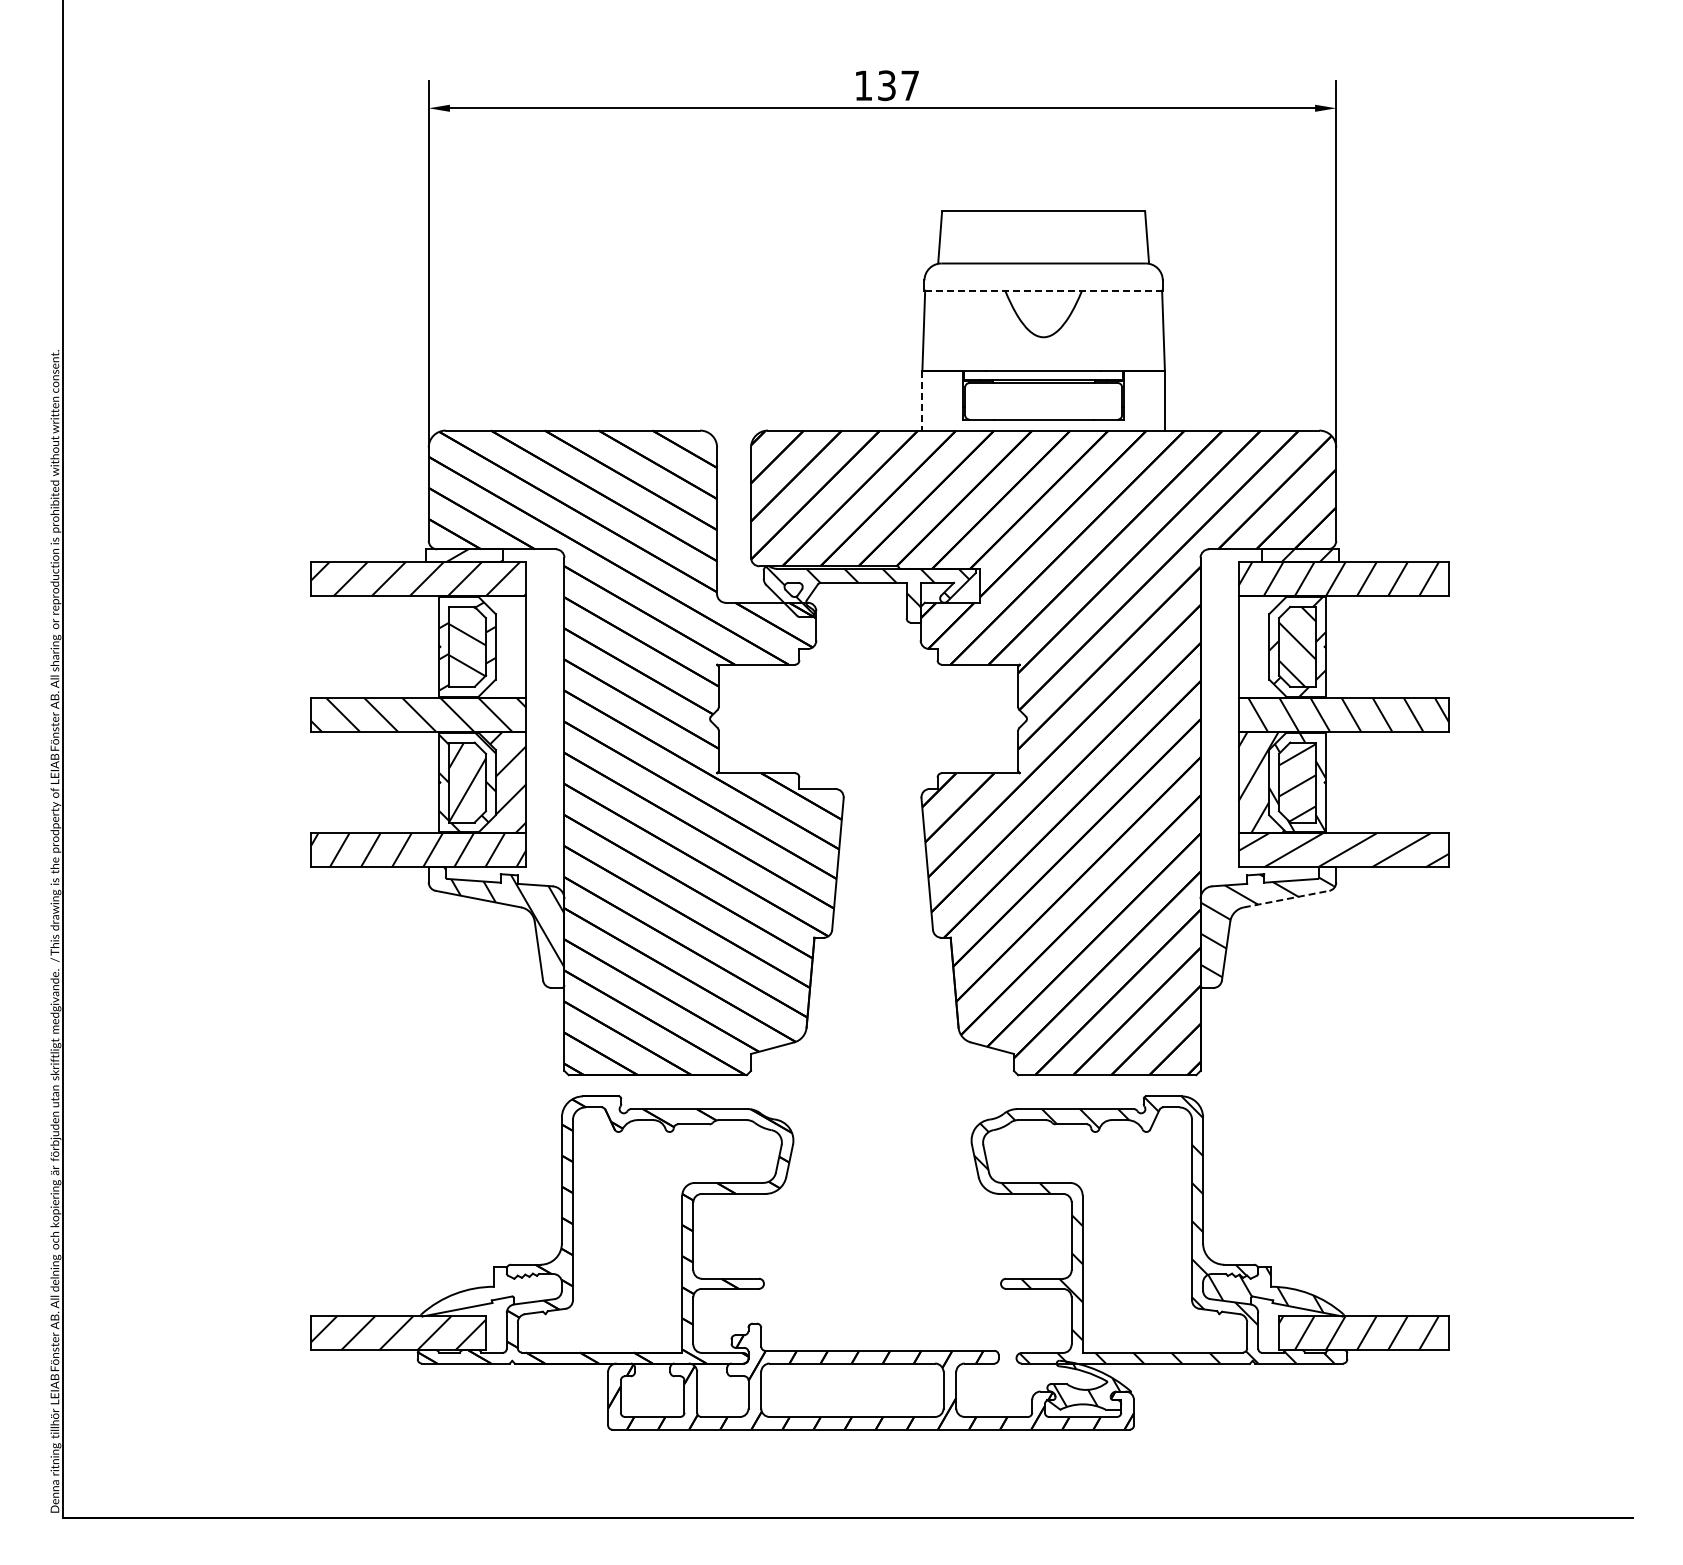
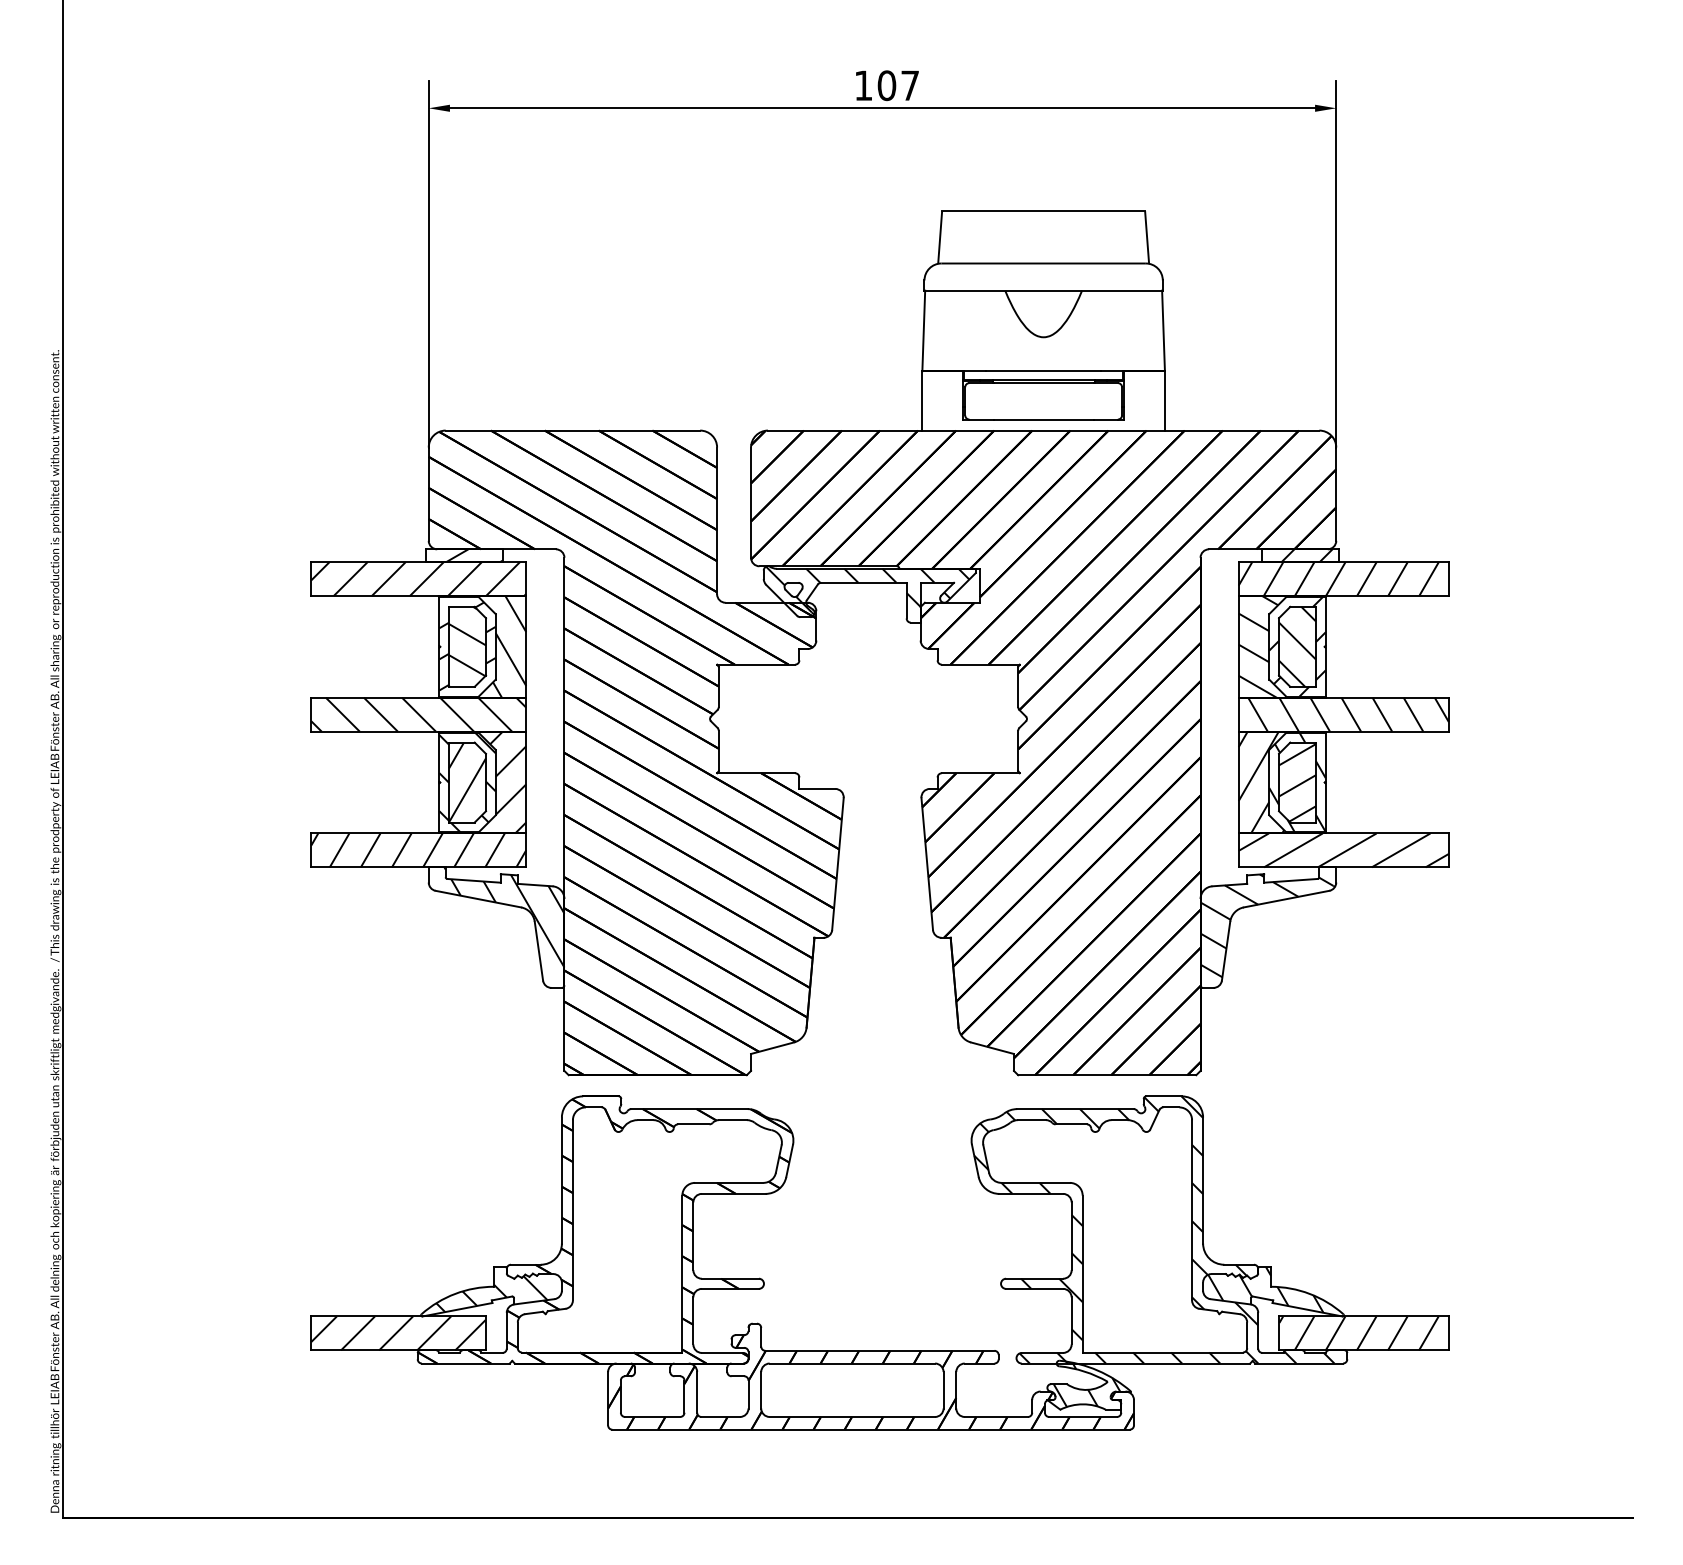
text at (886, 85): 137 -> 107
line at (1043, 290): dashed -> solid
line at (922, 400): dashed -> solid
hatch at (482, 646): none -> present
hatch at (1278, 646): none -> present
line at (1286, 899): dashed -> solid
hatch at (491, 1294): none -> present
